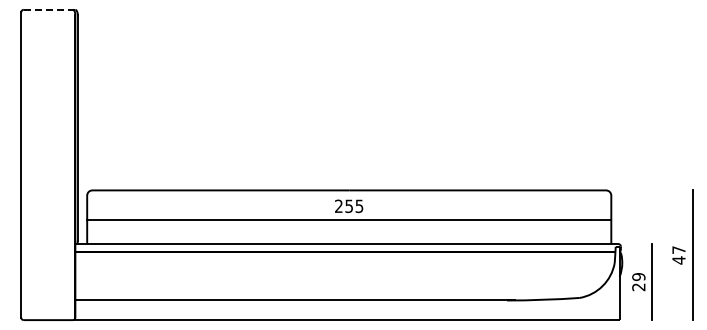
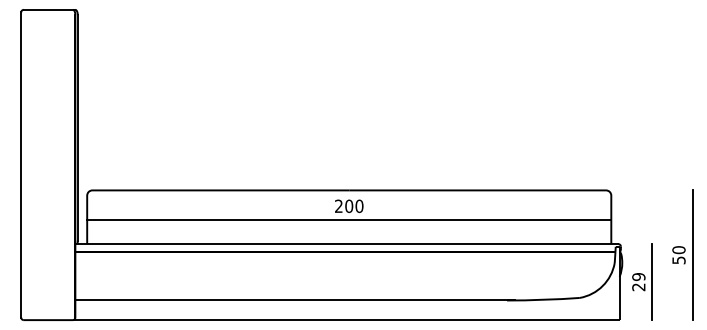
line at (49, 9): dashed -> solid
text at (354, 206): 255 -> 200
text at (678, 255): 47 -> 50
